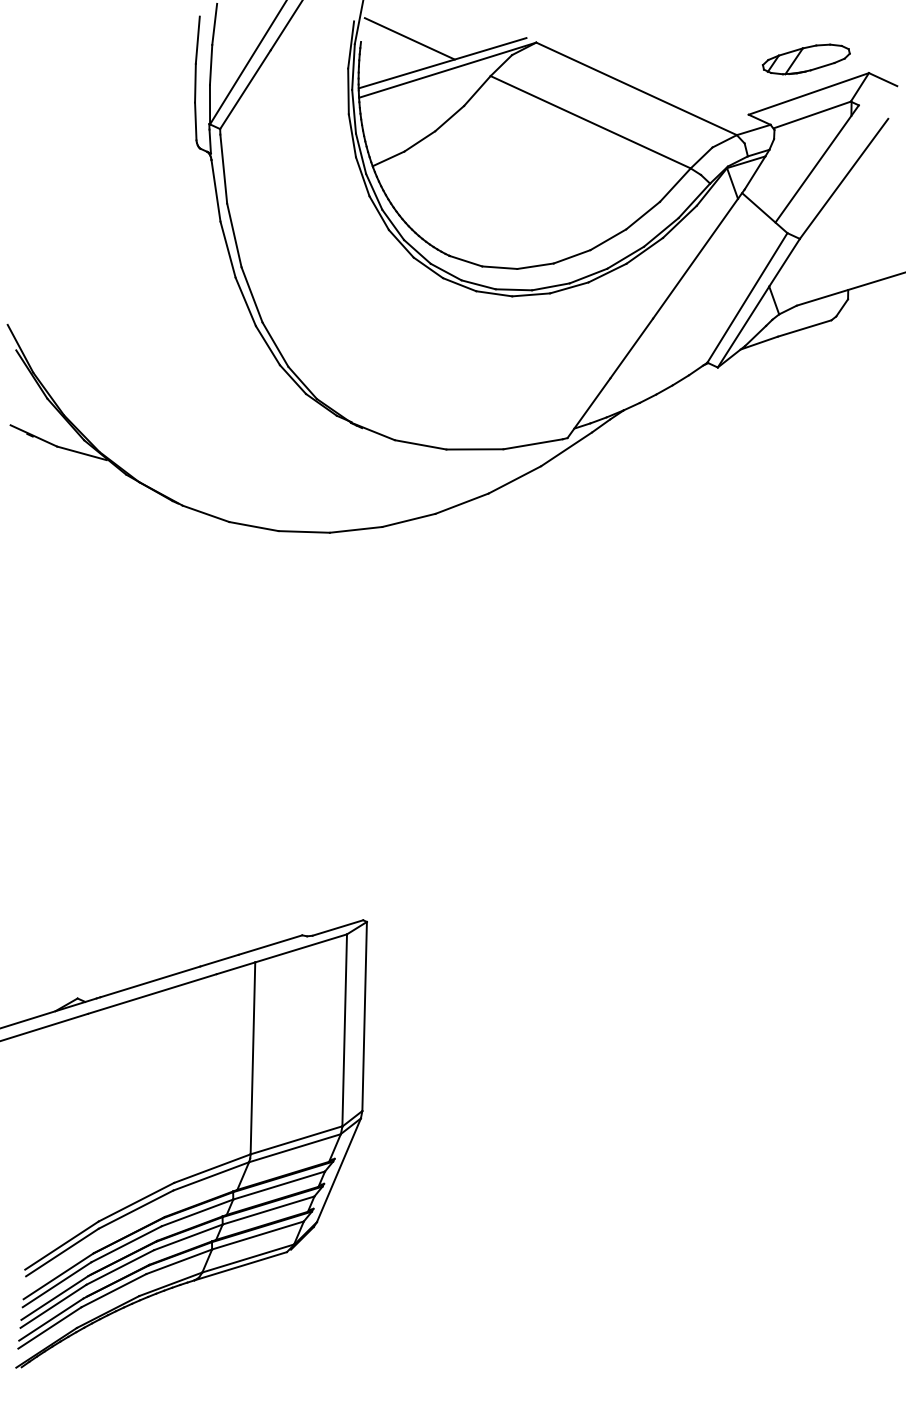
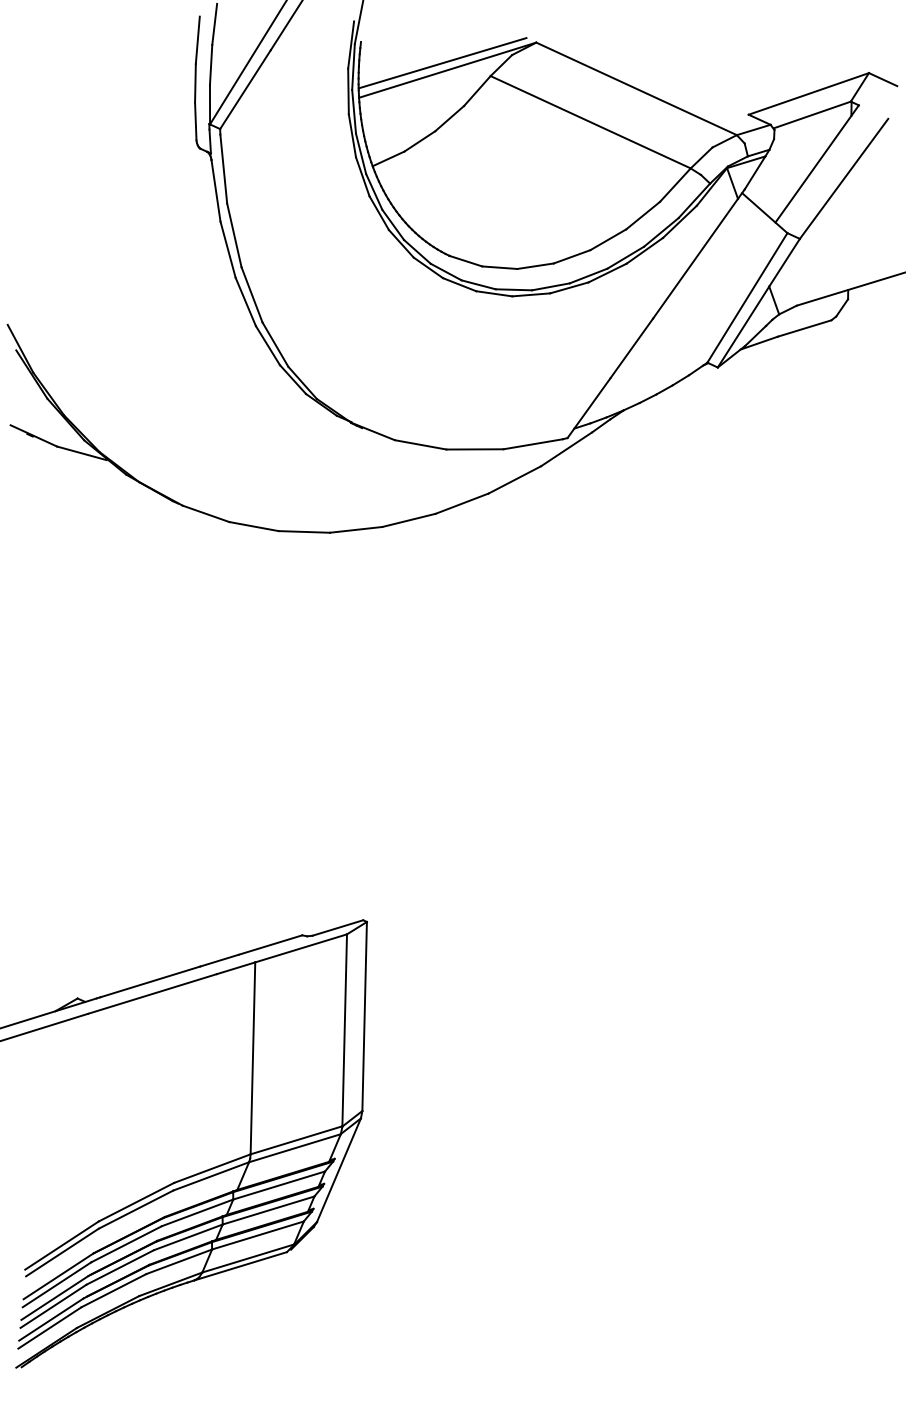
line at (409, 38): present -> none
part at (805, 59): present -> none
